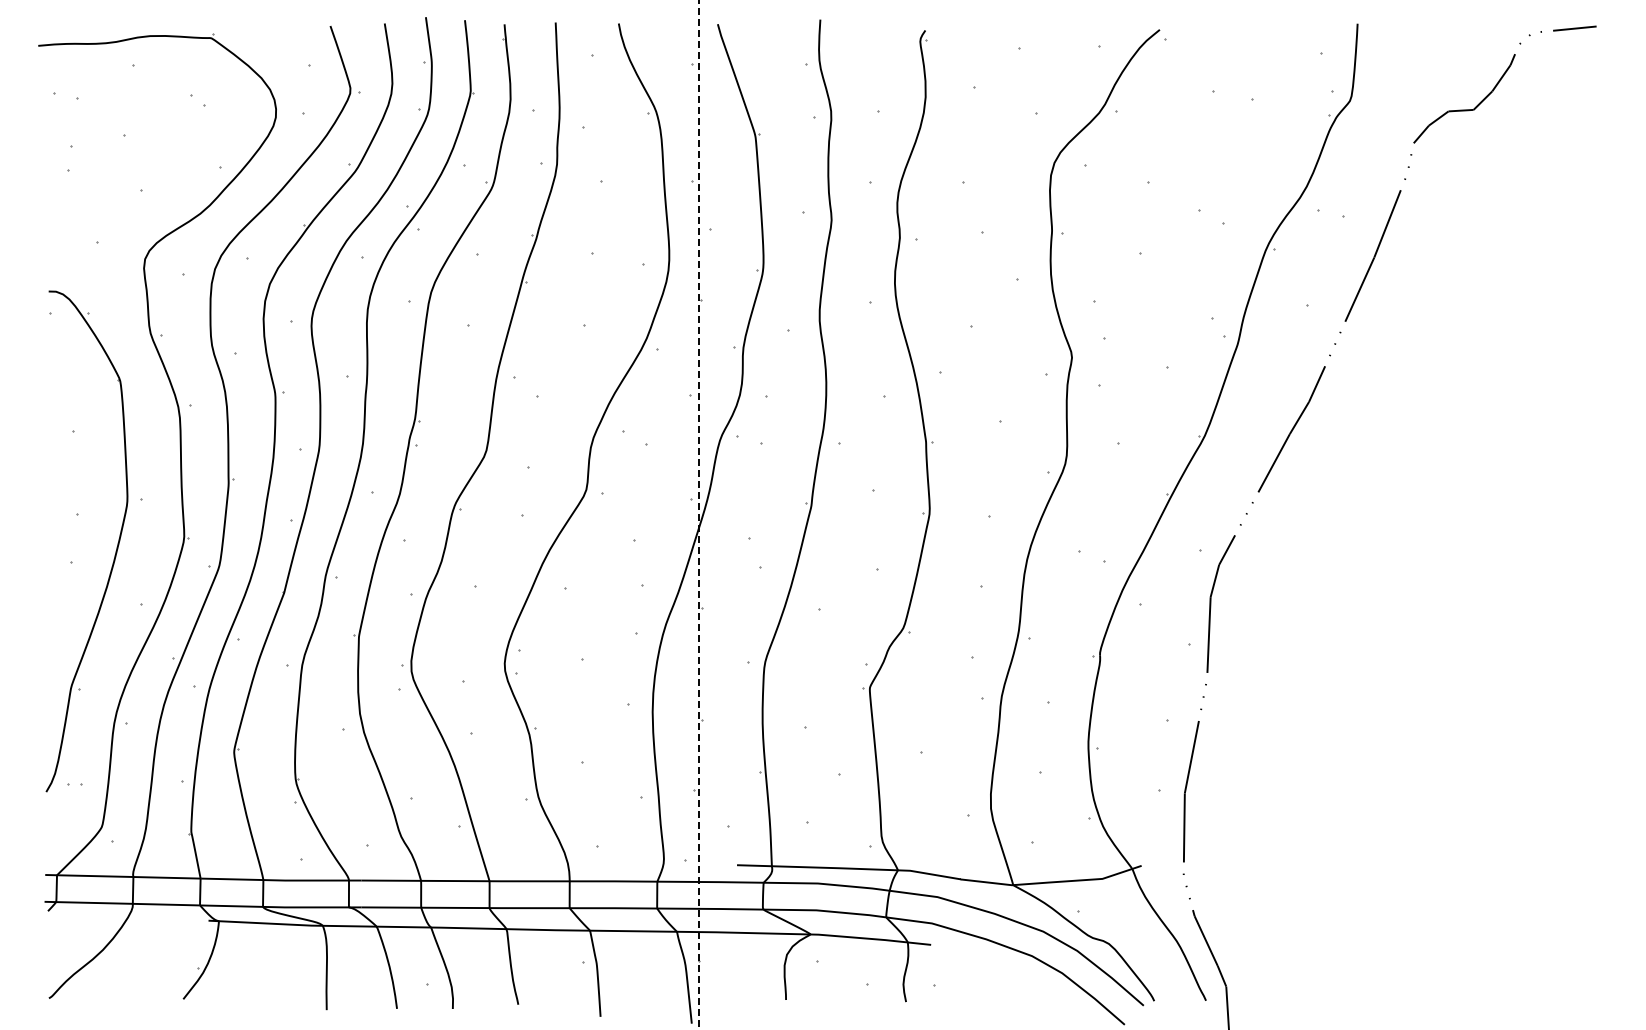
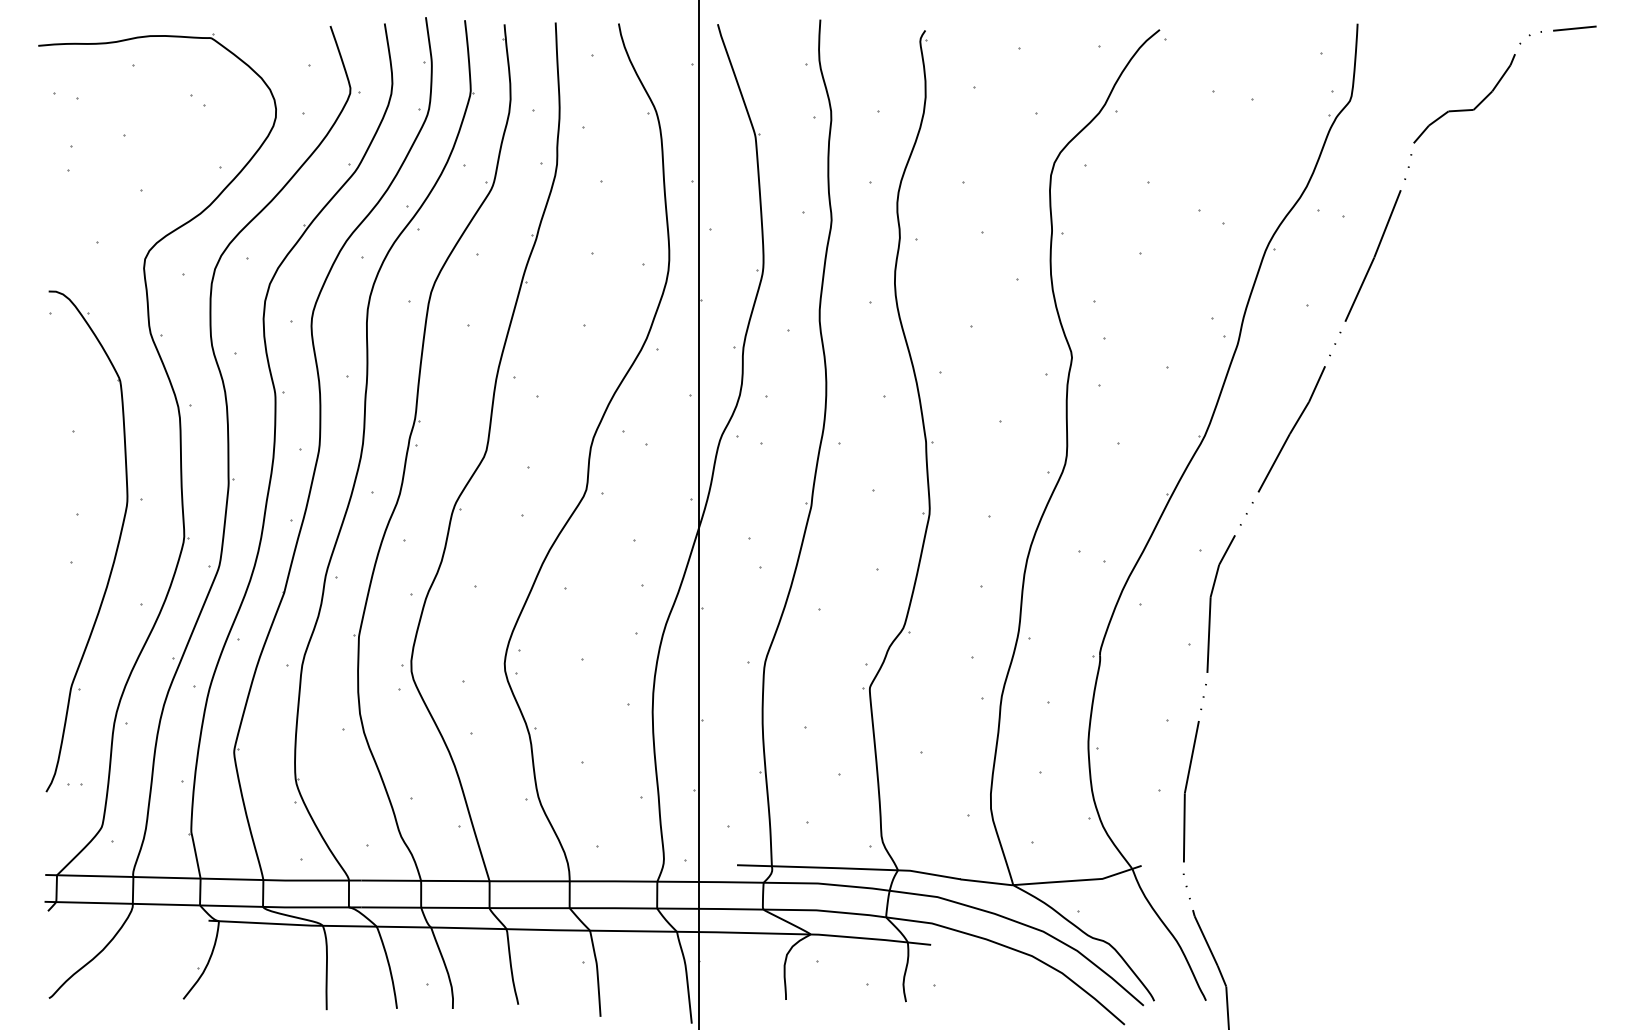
line at (698, 515): dashed -> solid
